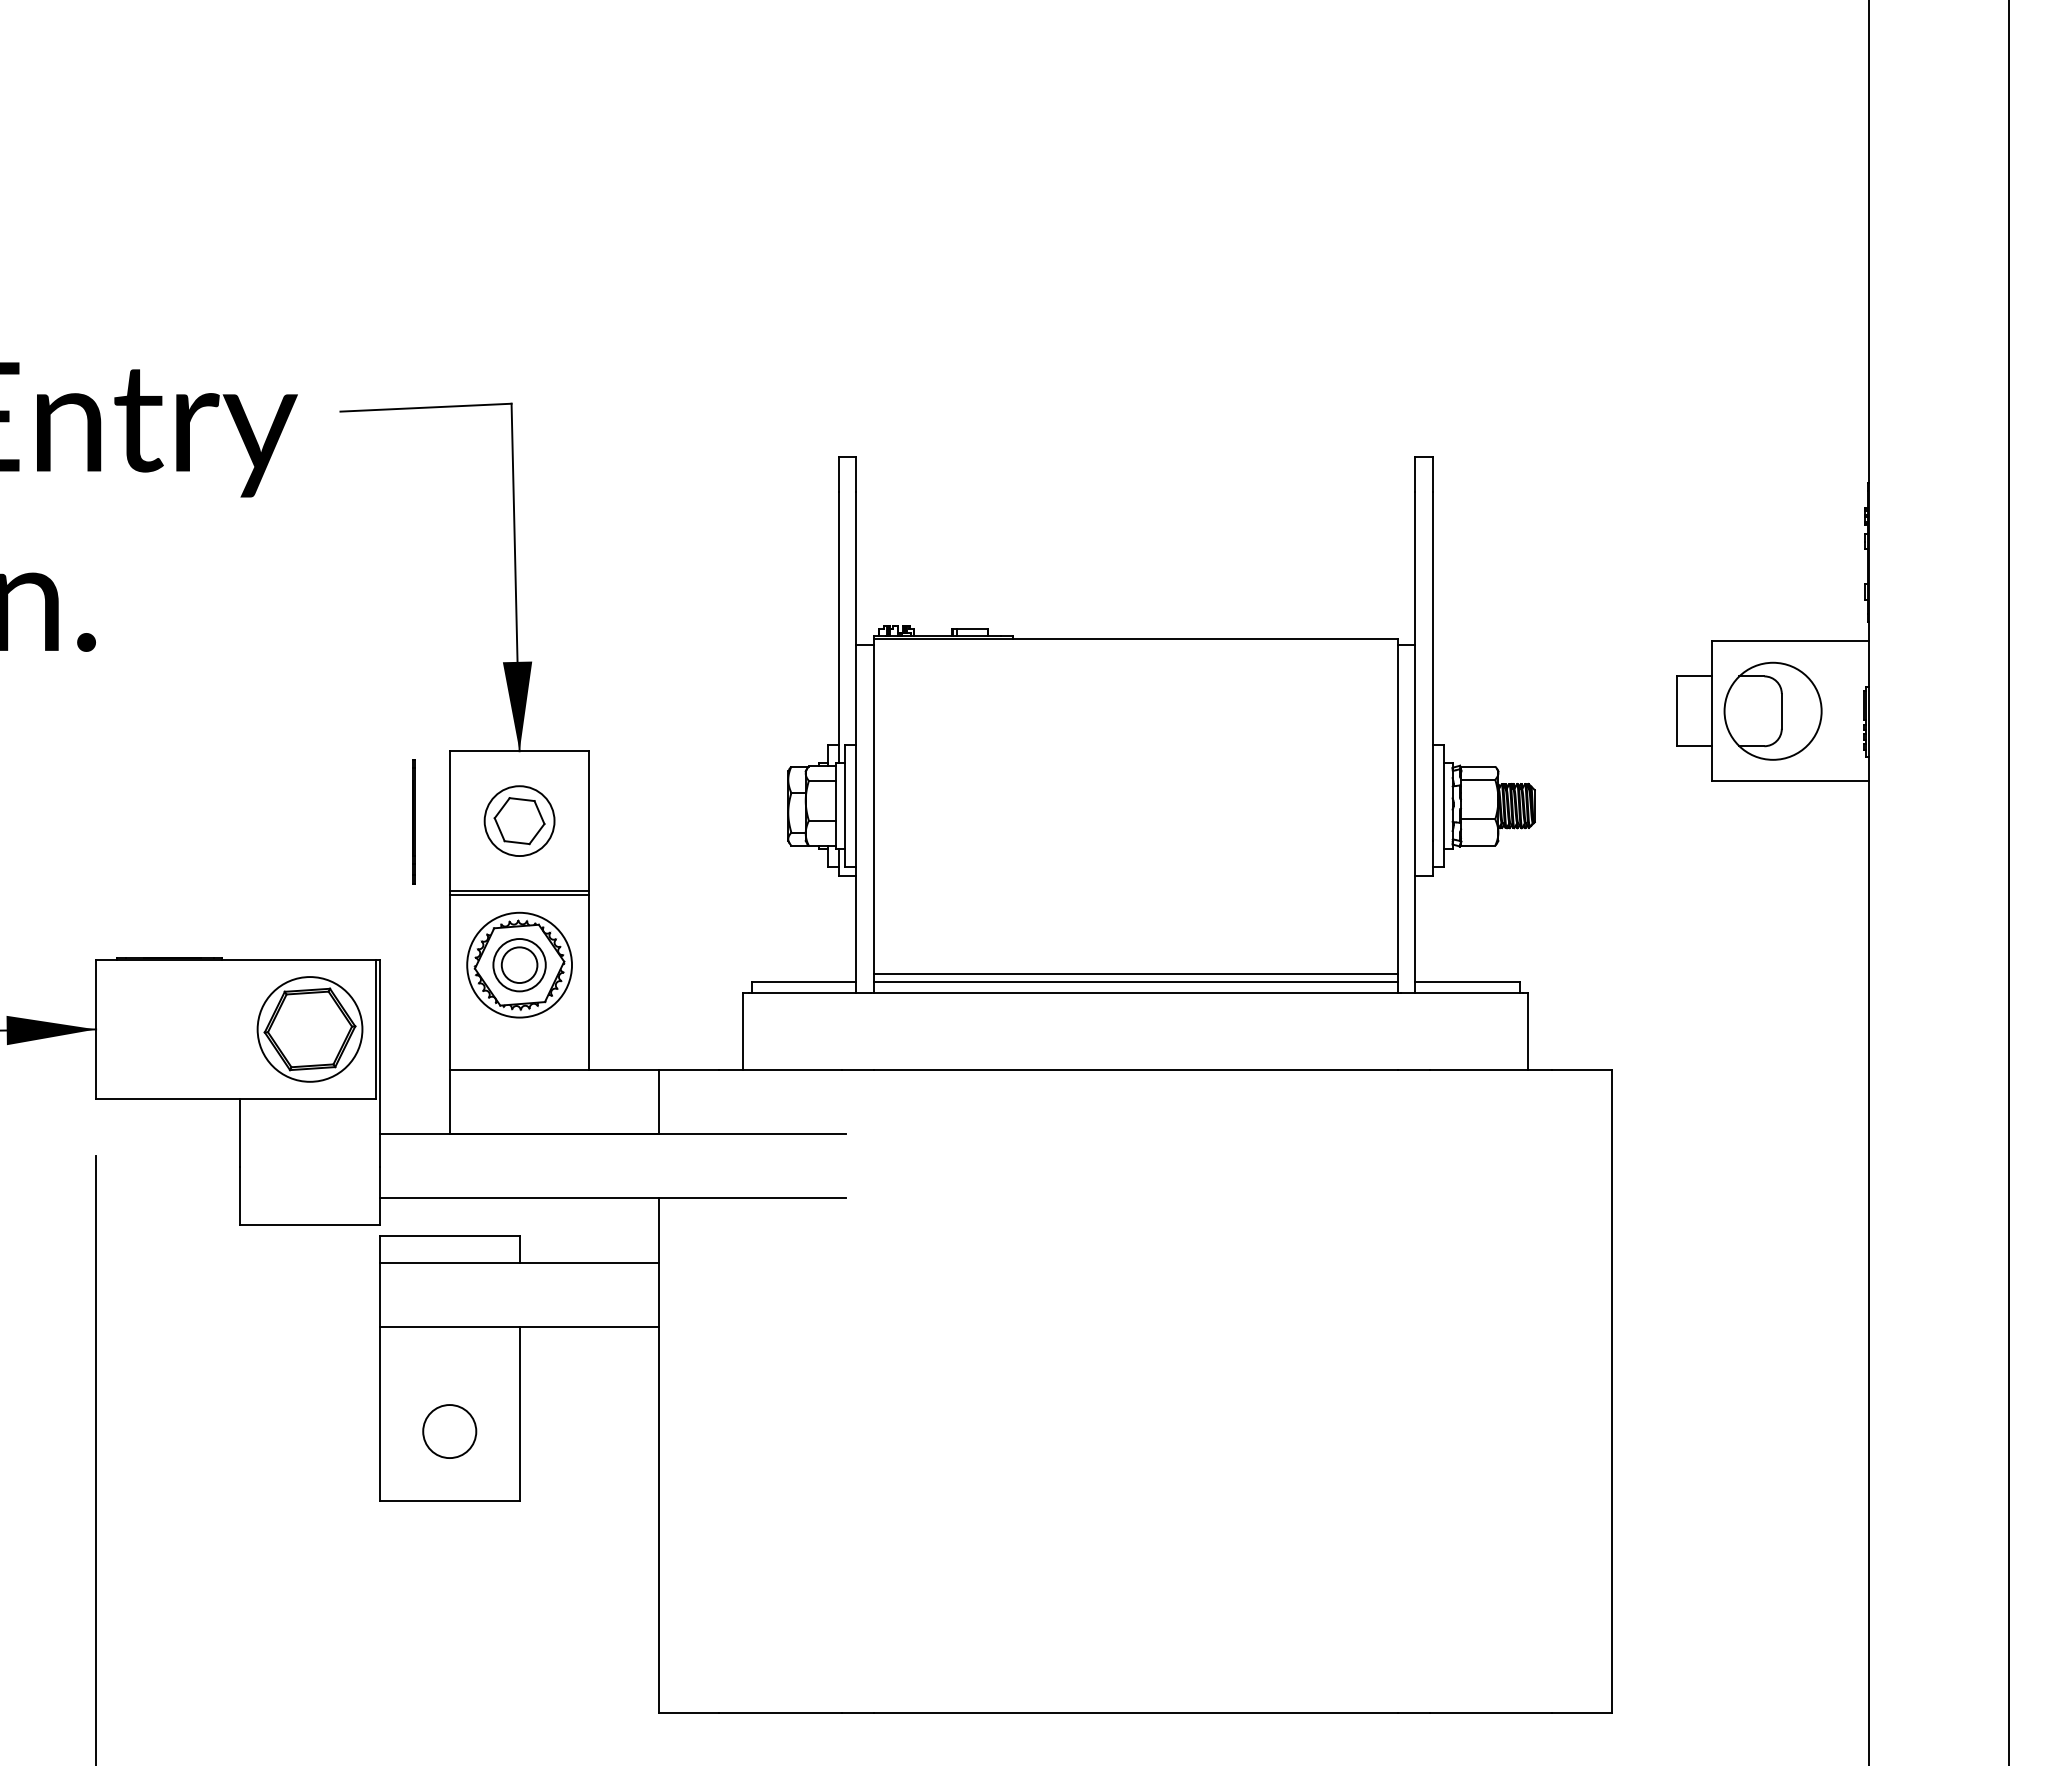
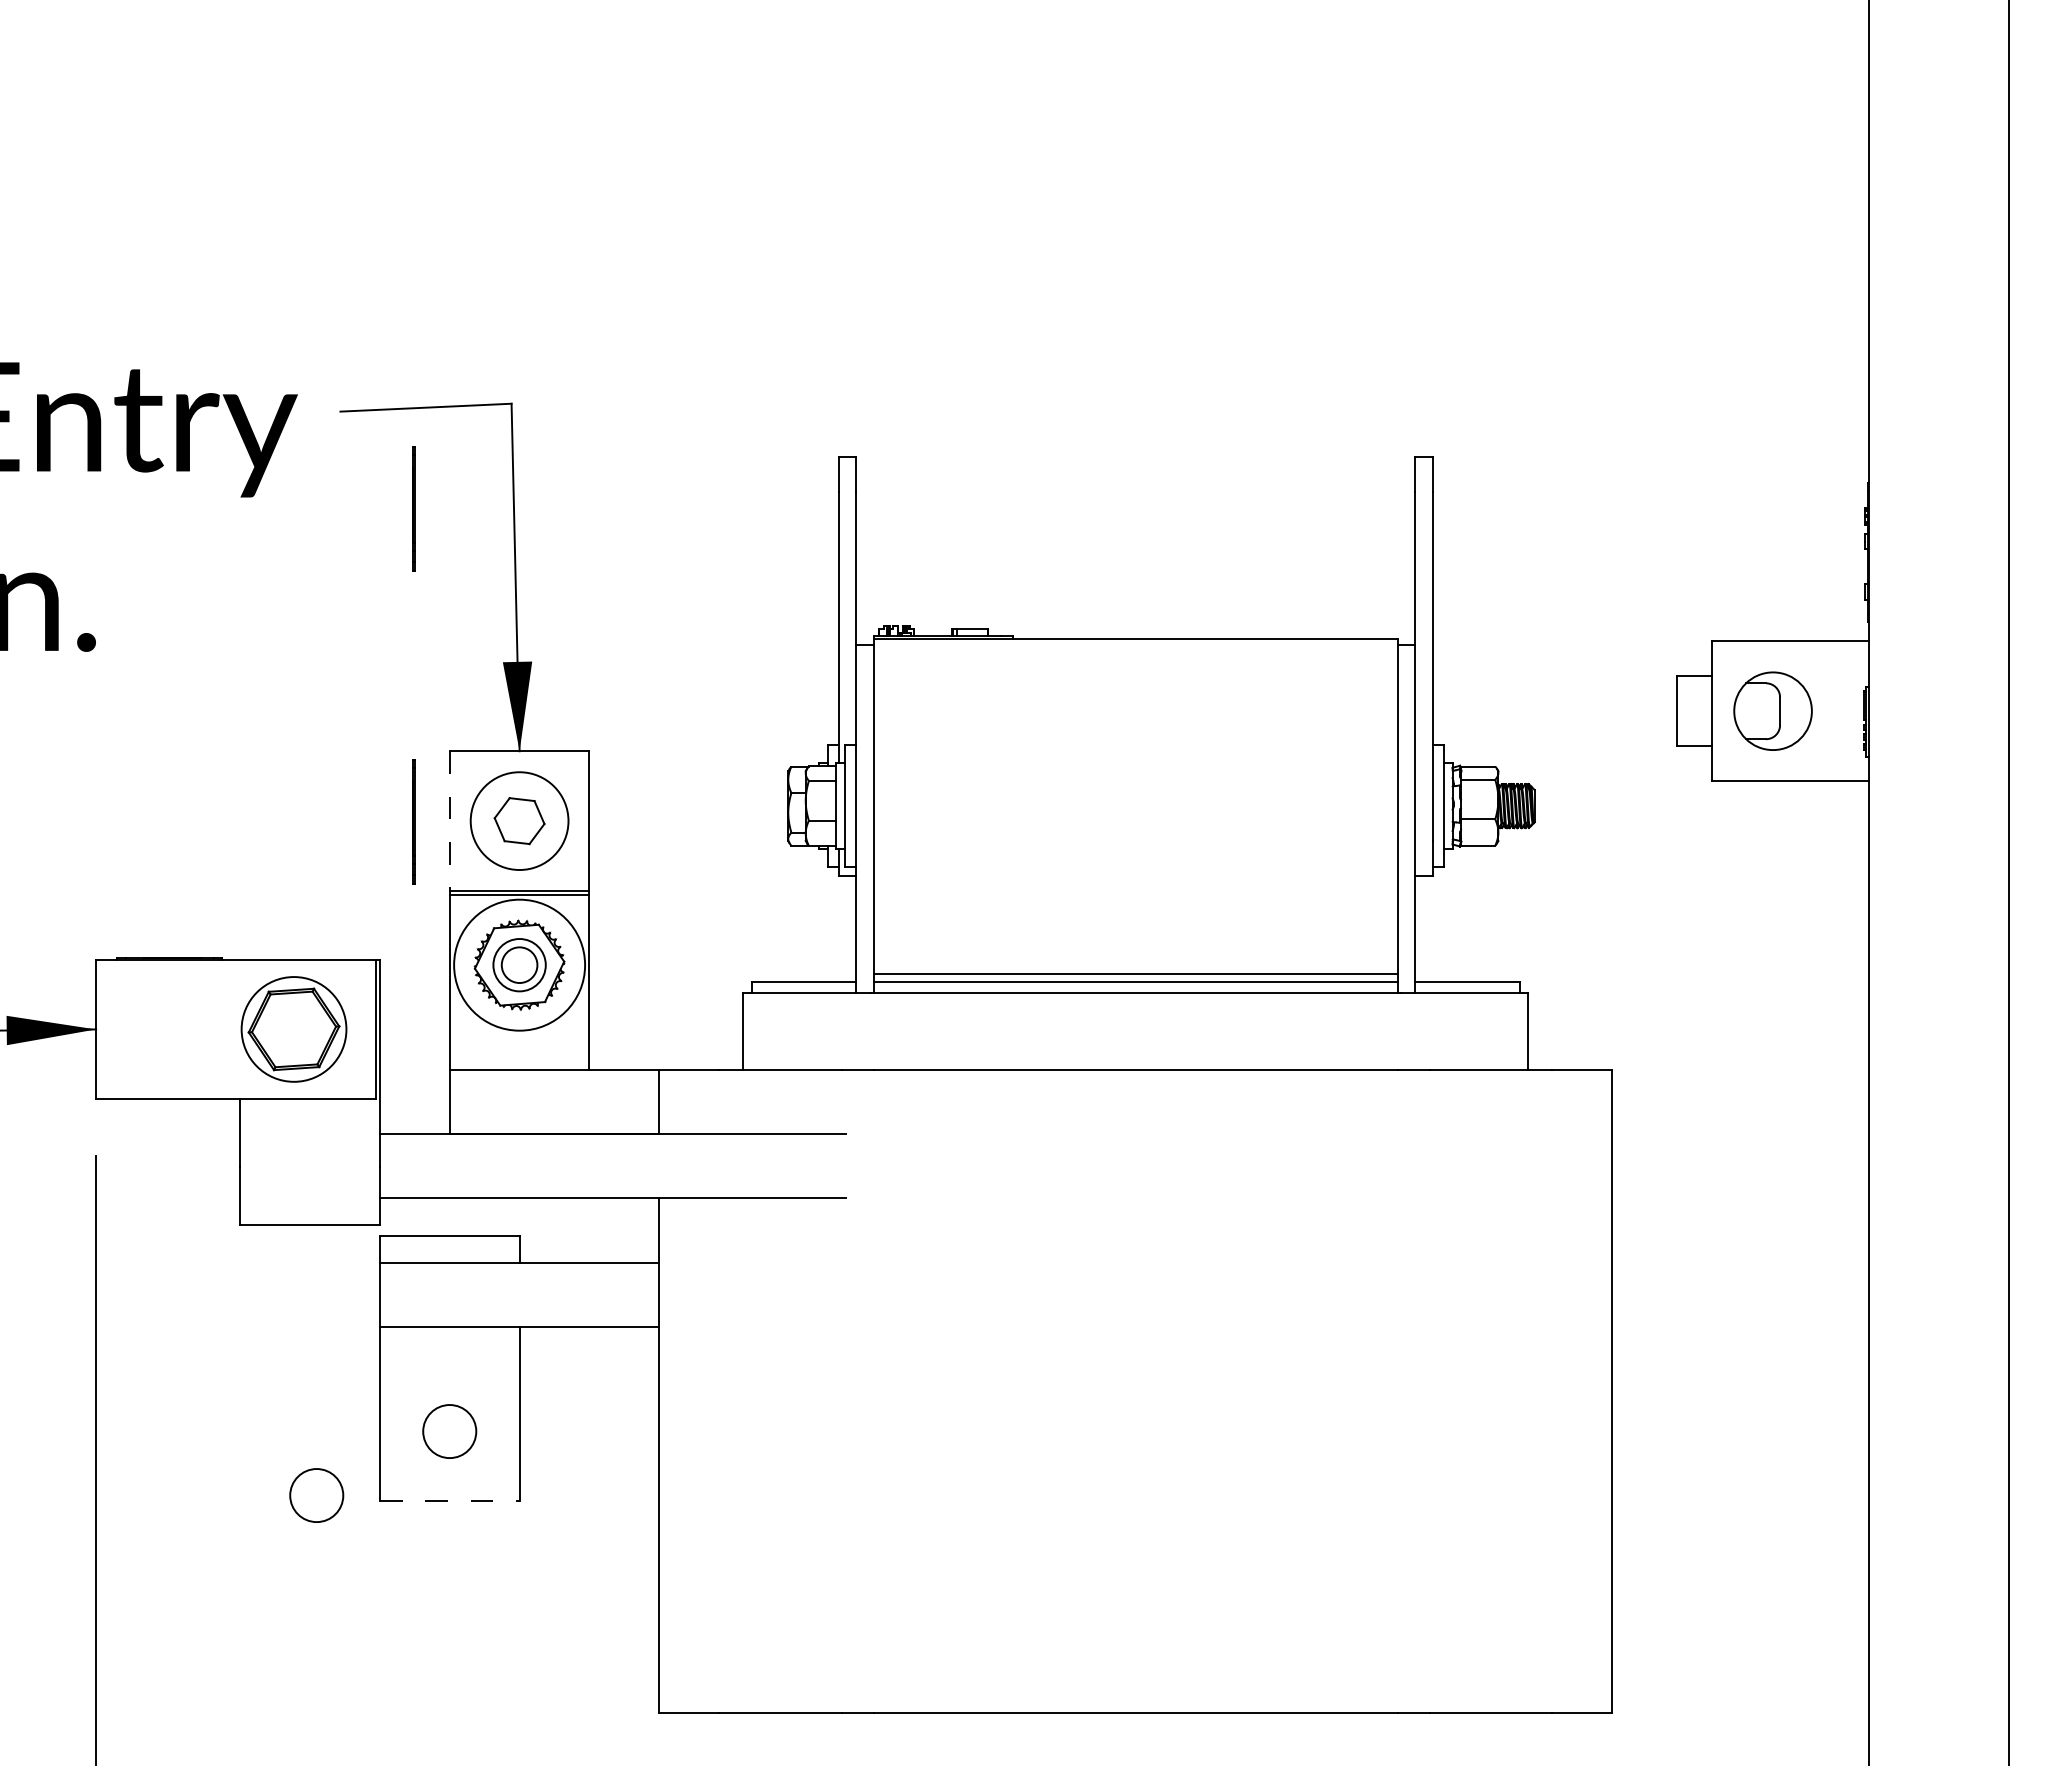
line at (413, 508): none -> present
part at (1772, 710) size: 100x100 px -> 80x80 px
line at (449, 821): solid -> dashed
circle at (519, 821) diameter: 70 px -> 98 px
circle at (519, 964) diameter: 105 px -> 131 px
part at (309, 1029) position: (309, 1029) -> (293, 1029)
circle at (316, 1495): none -> present
line at (449, 1501): solid -> dashed
